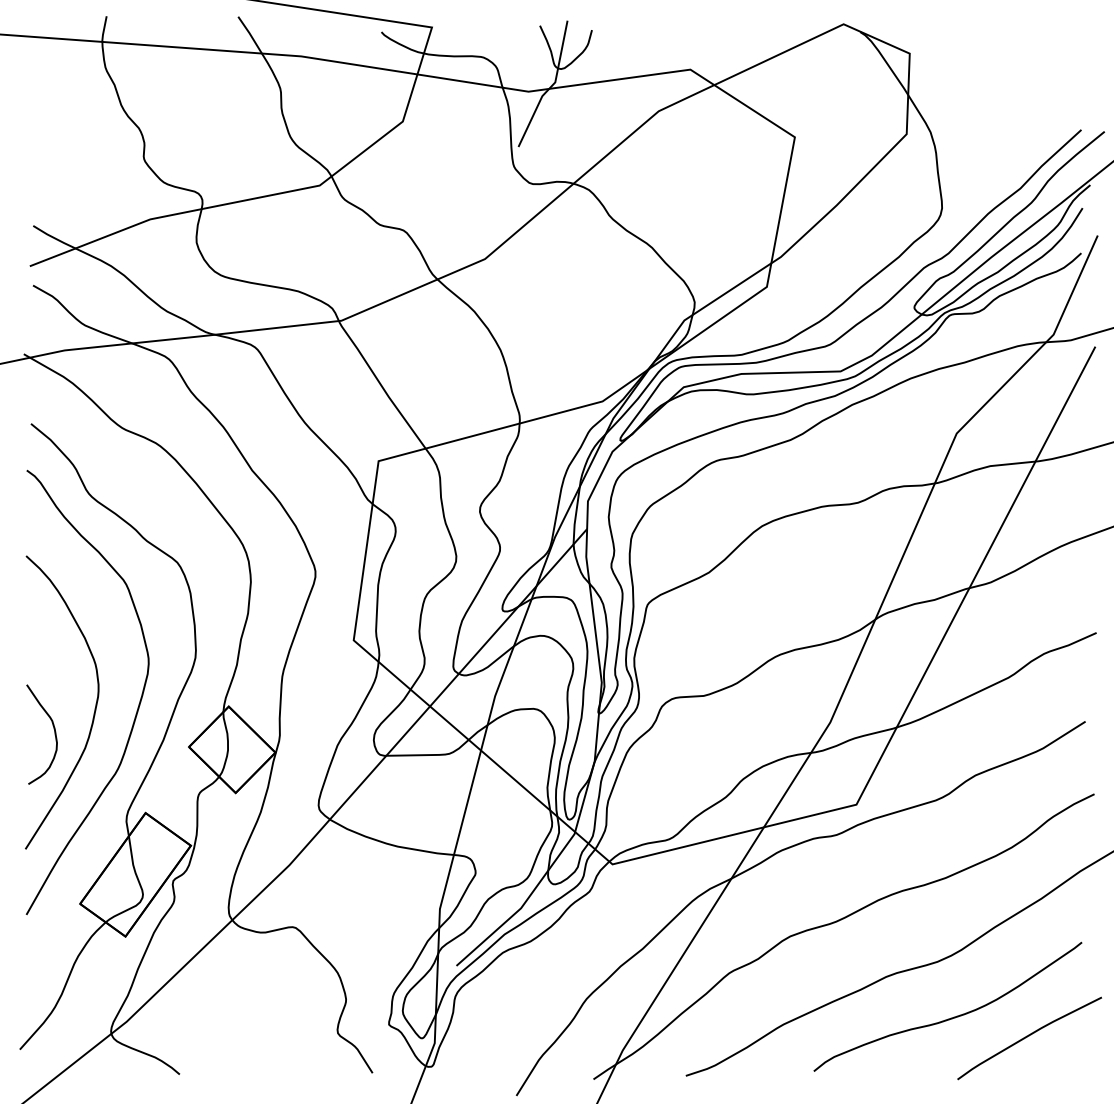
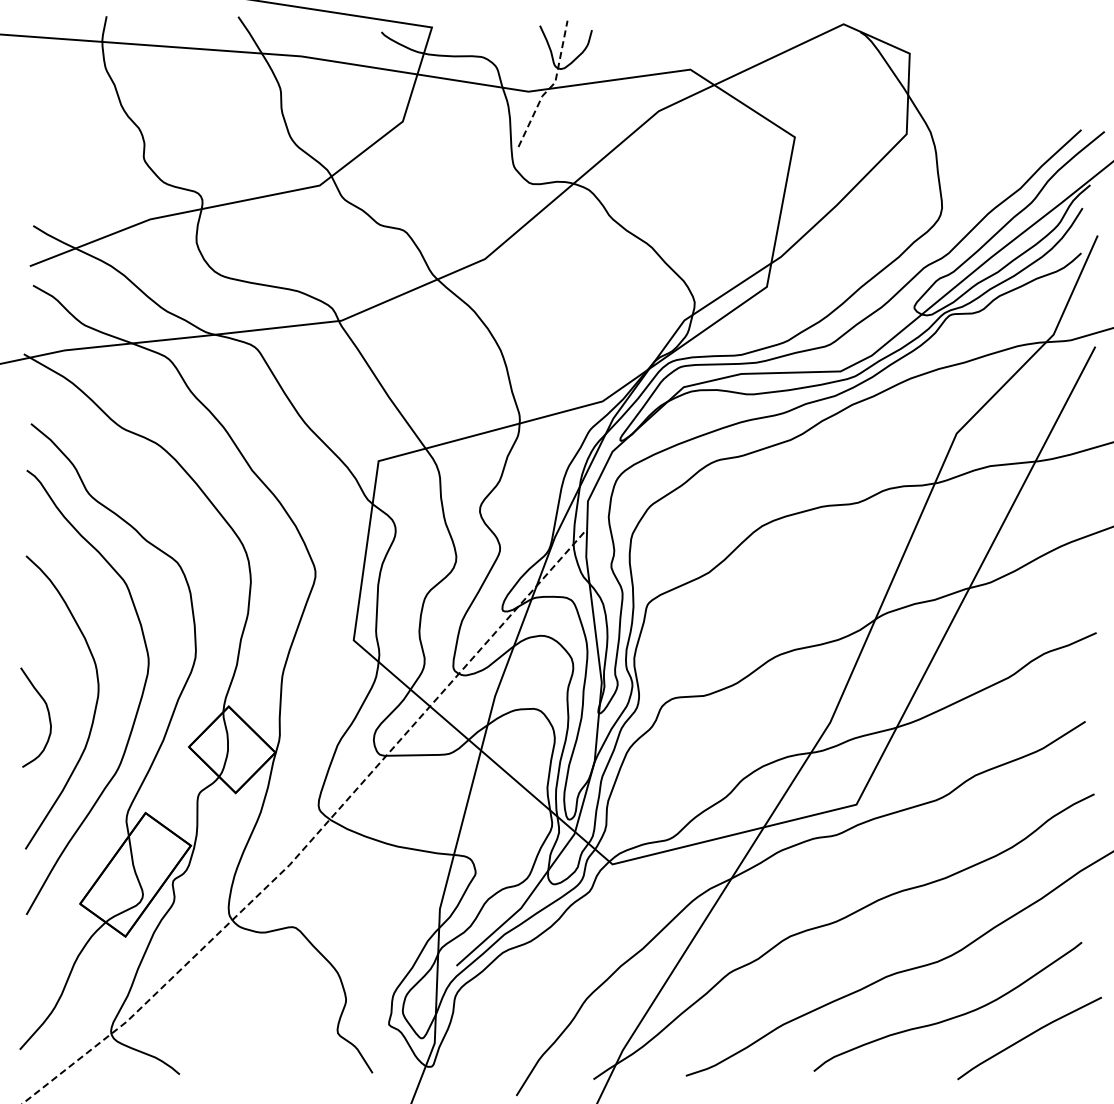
line at (551, 86): solid -> dashed
curve at (53, 729) position: (53, 729) -> (47, 712)
line at (318, 832): solid -> dashed
